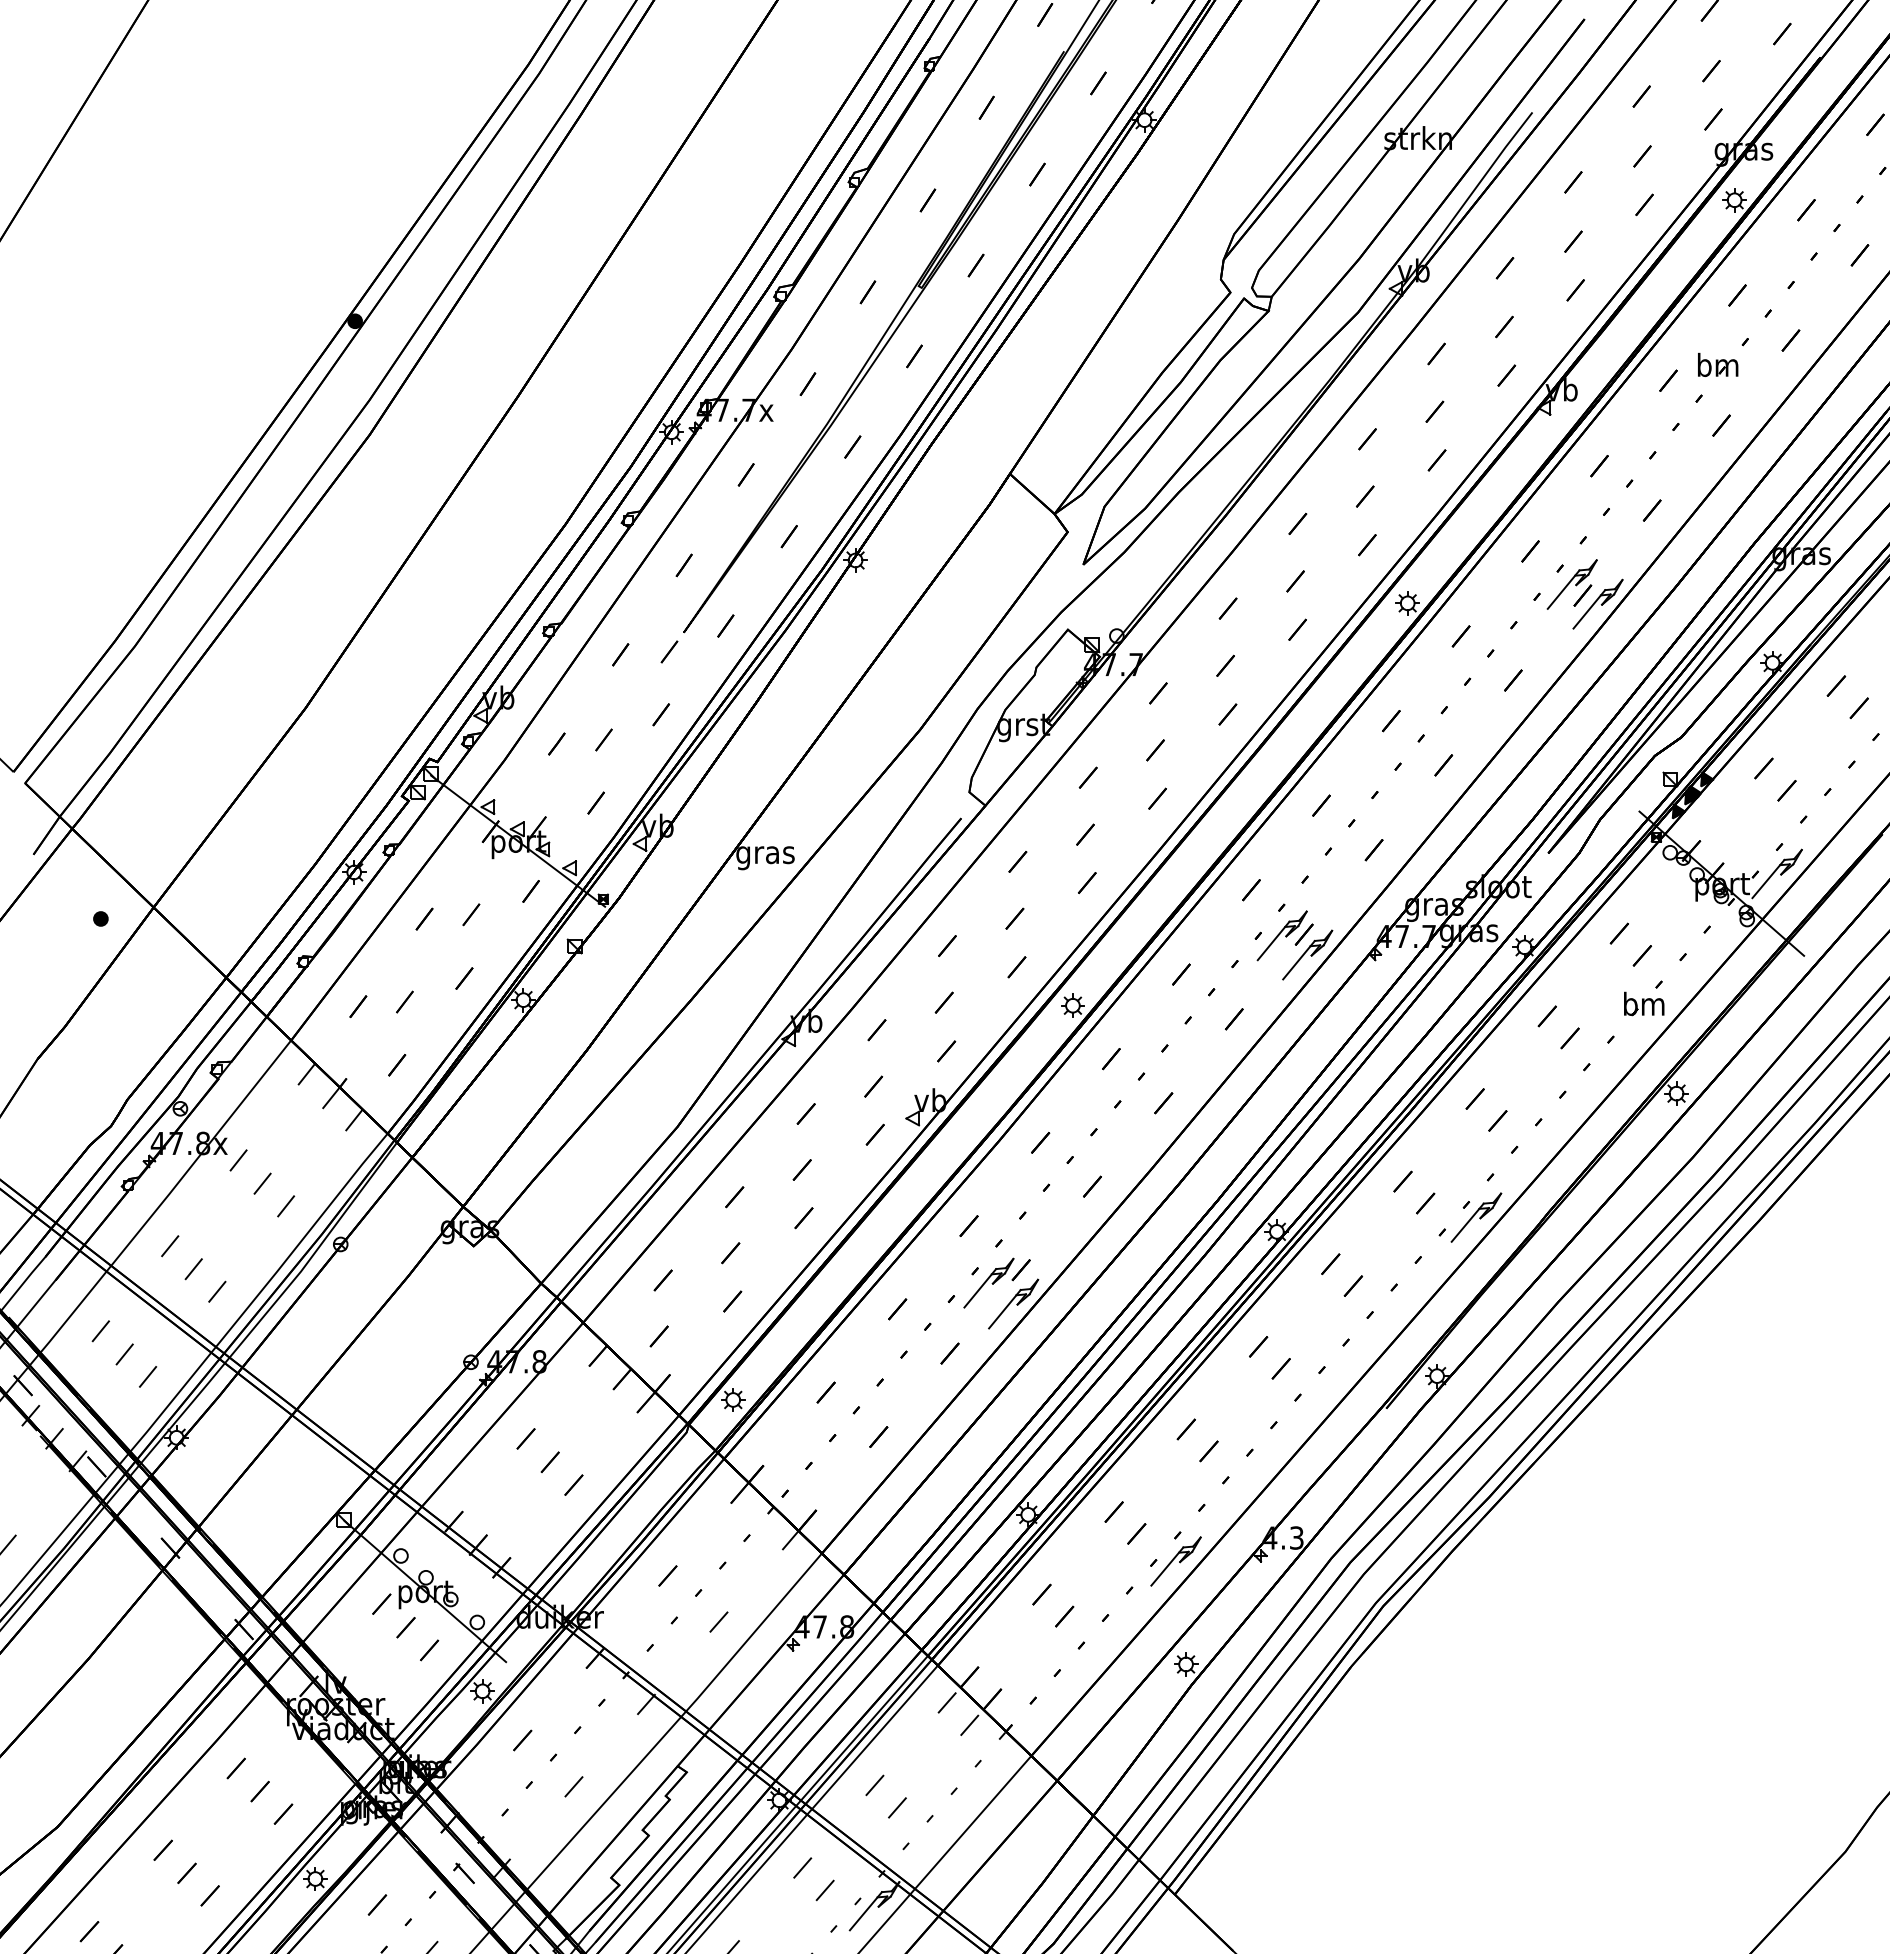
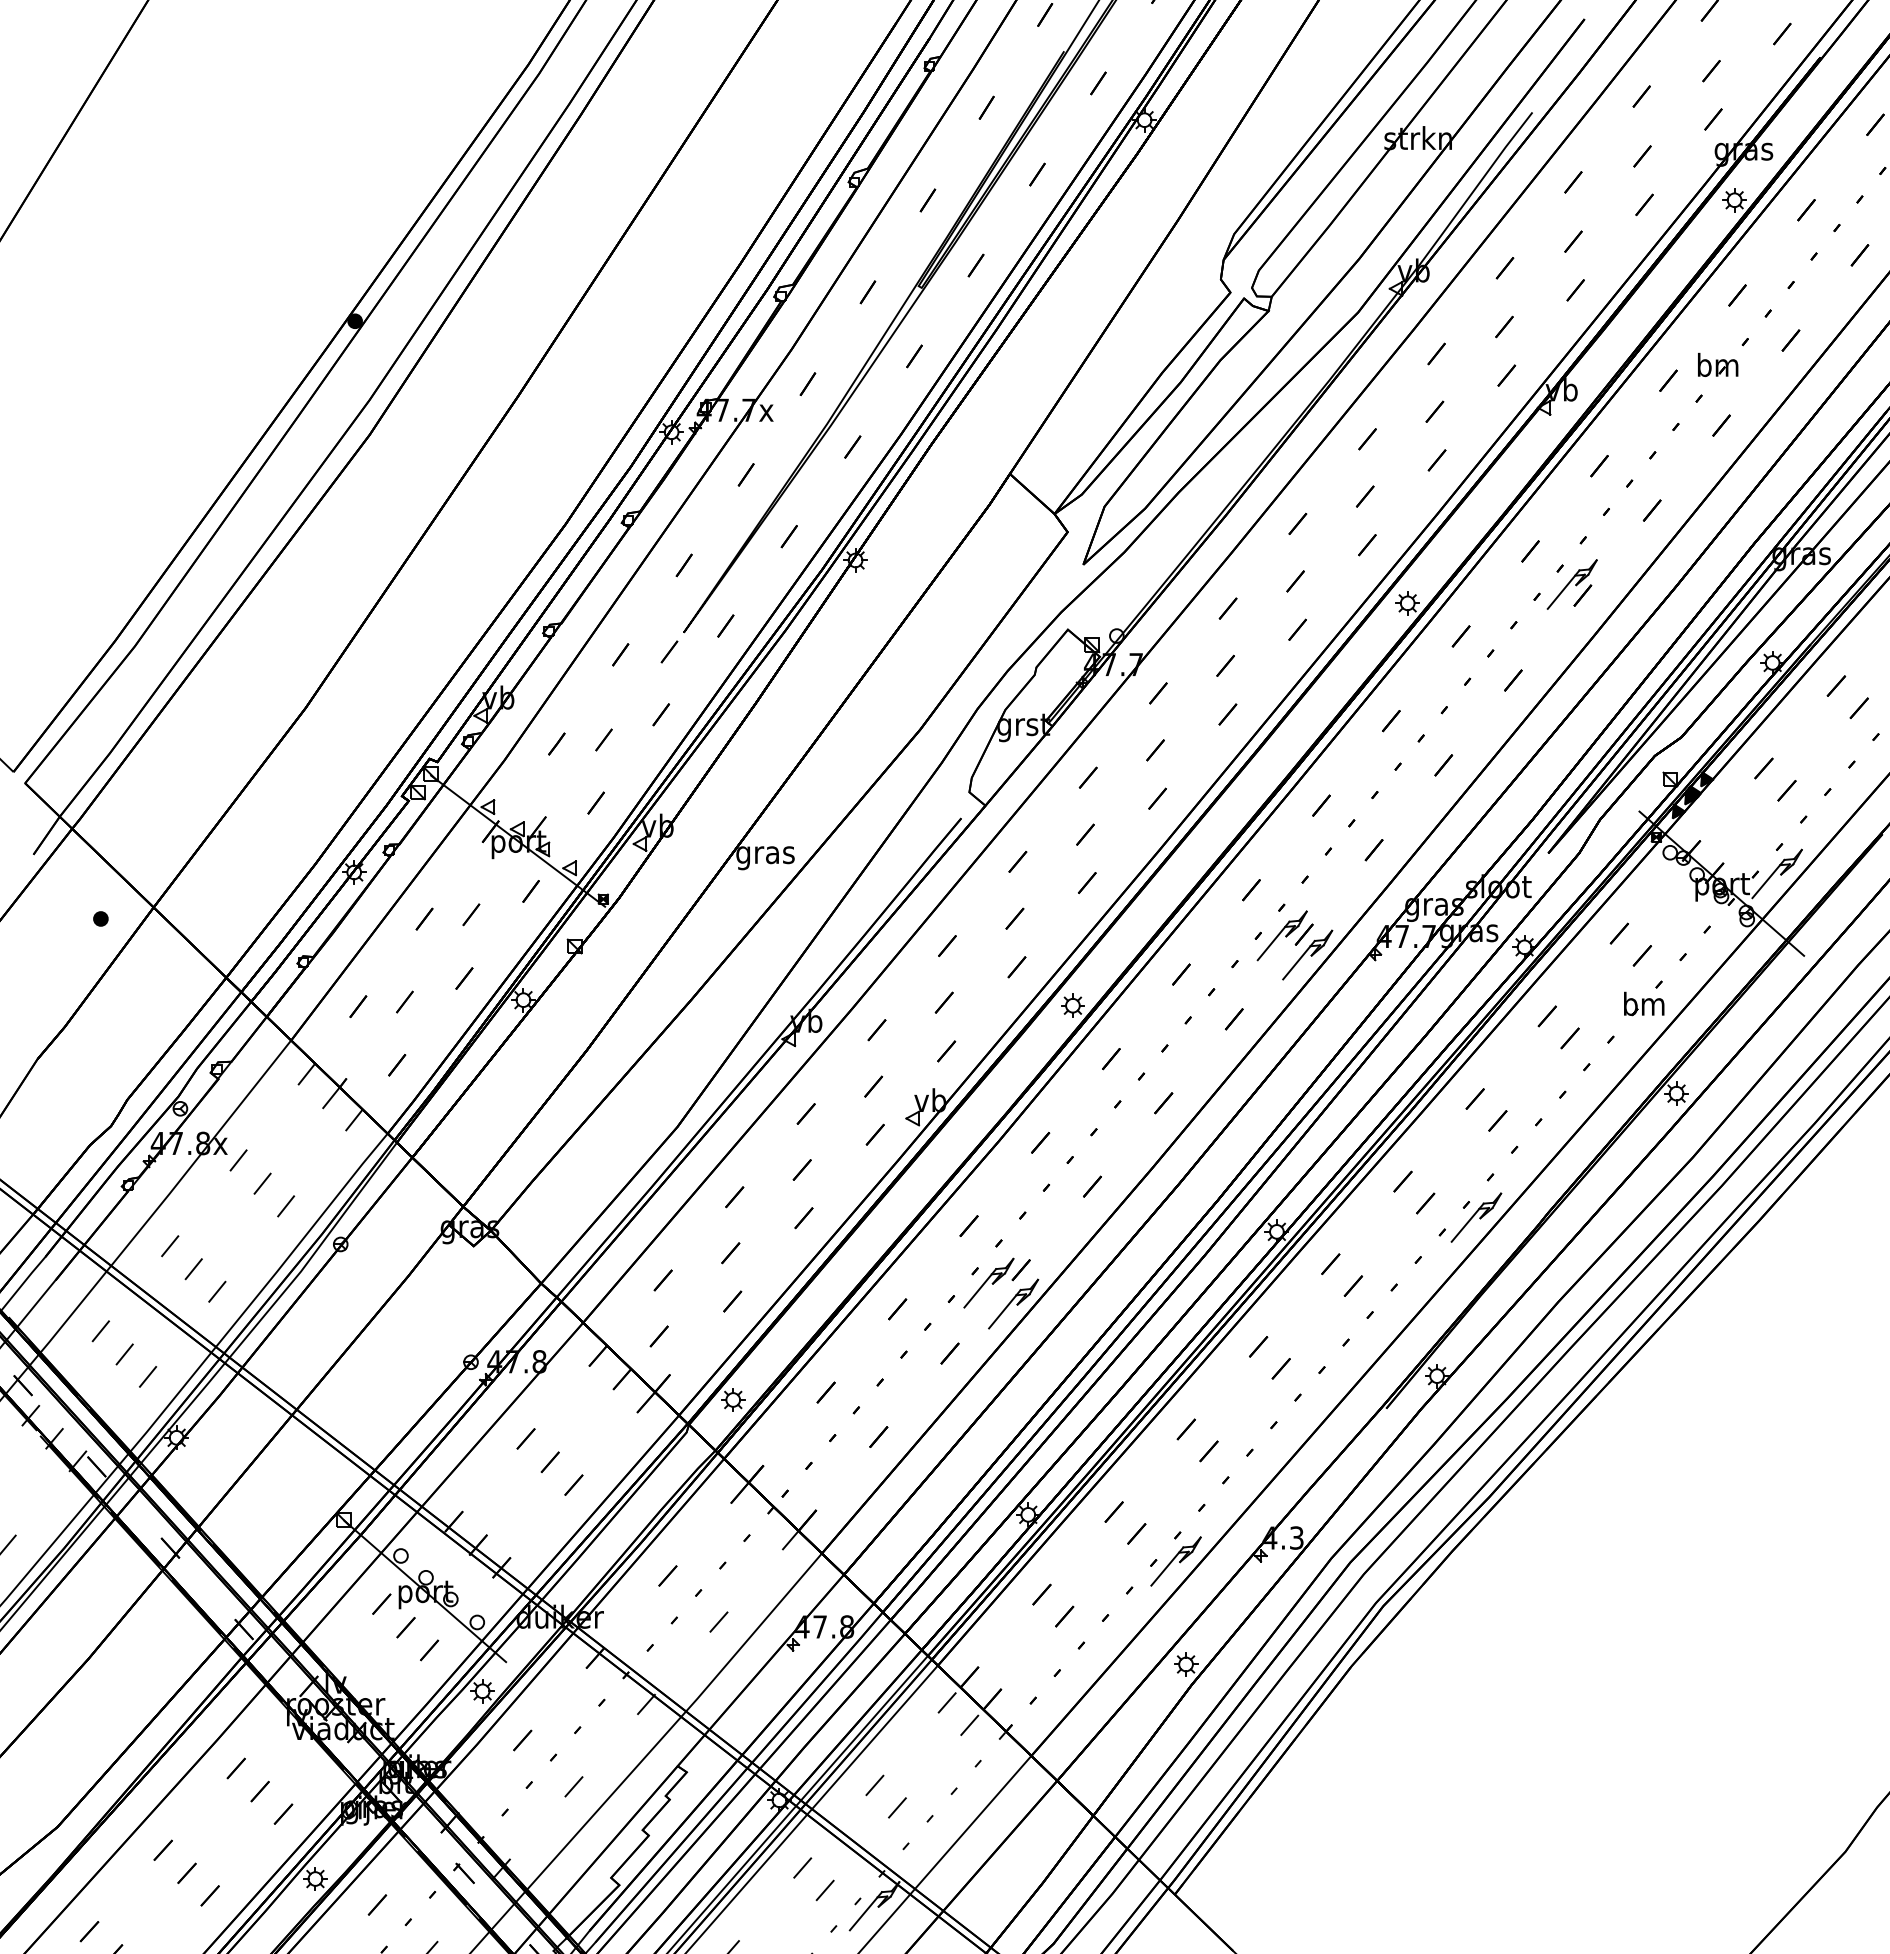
part at (1597, 603): present -> none
